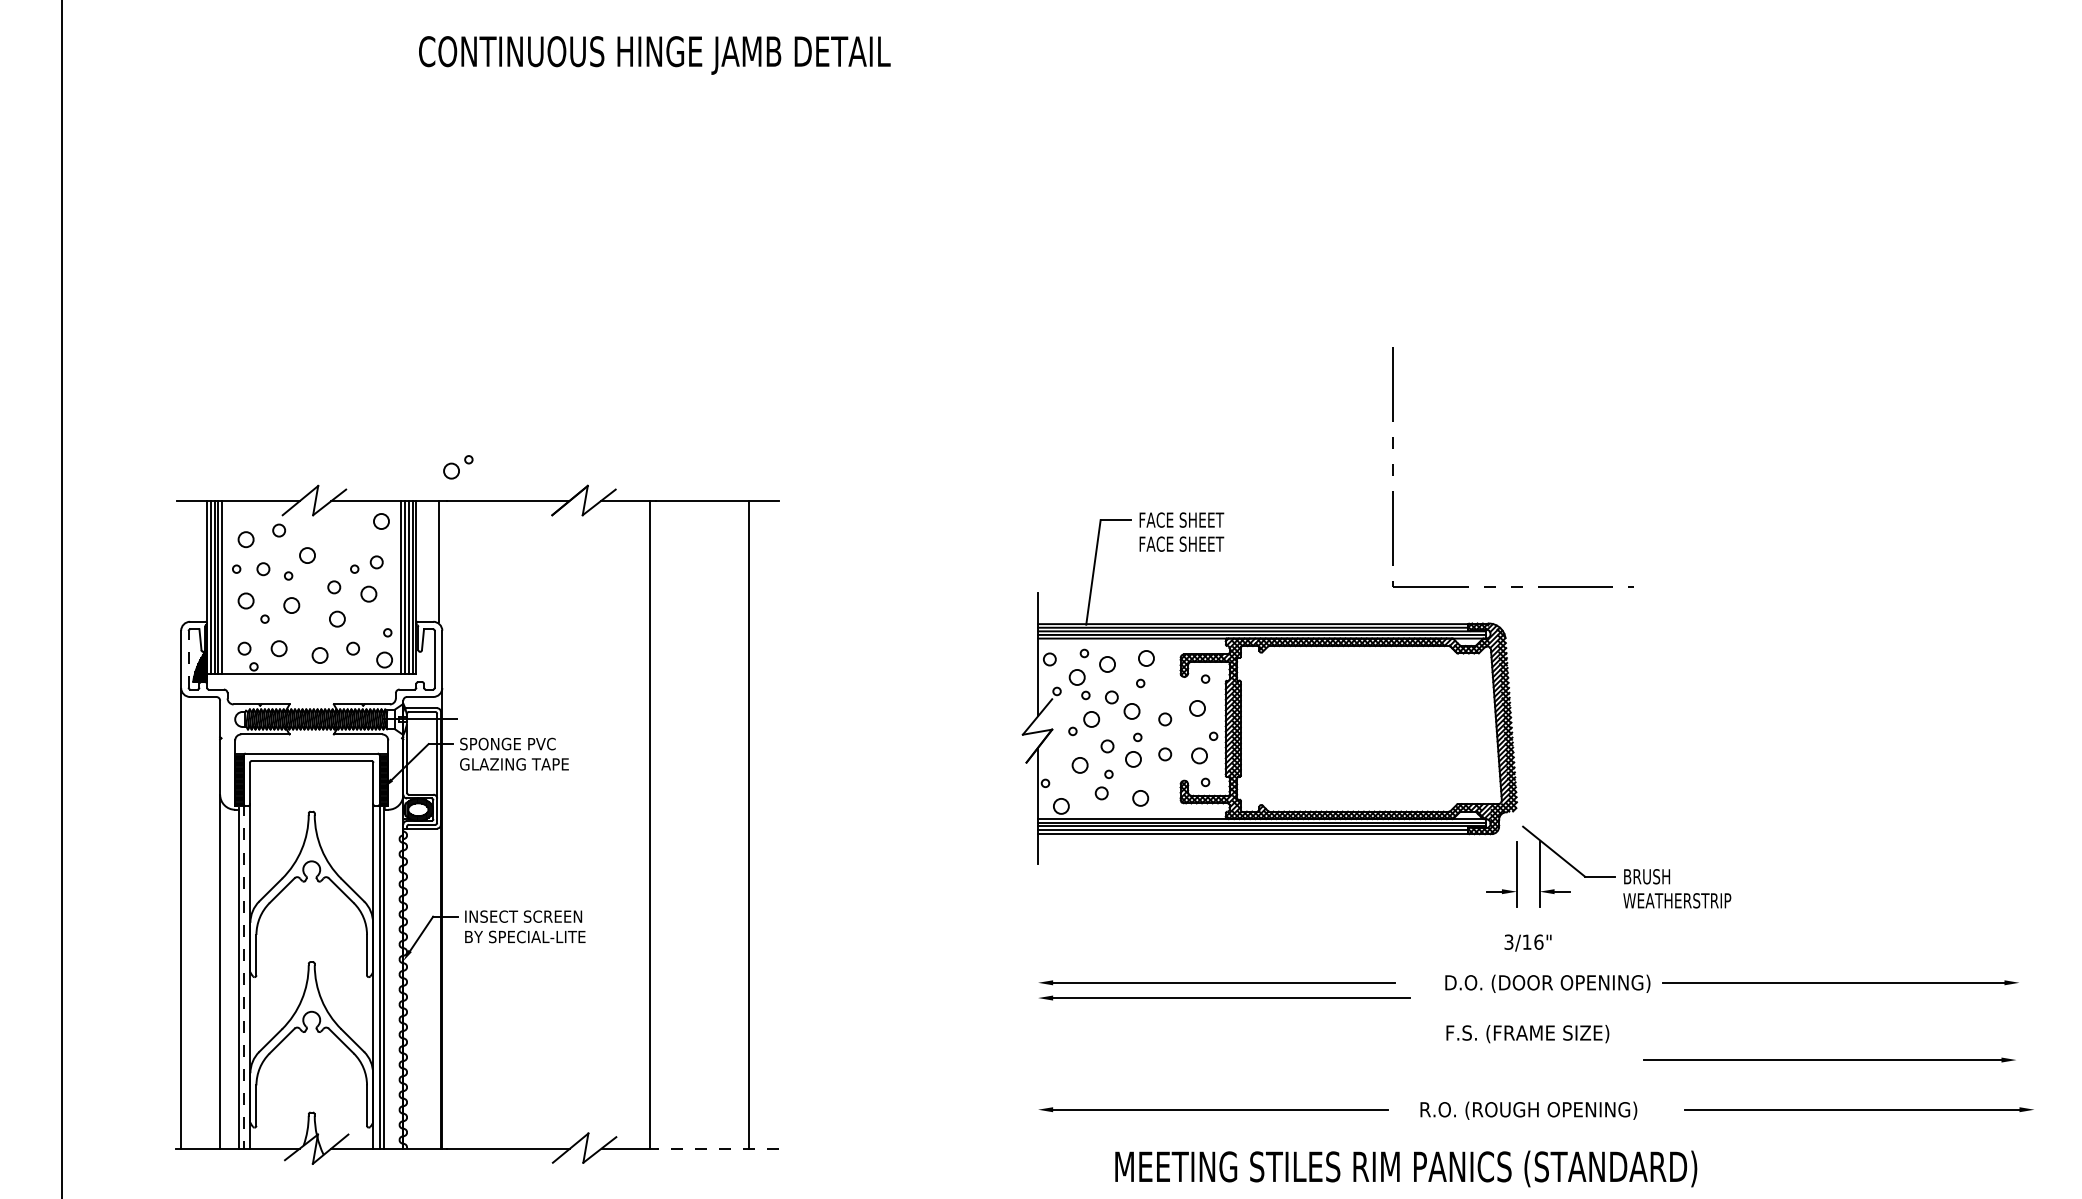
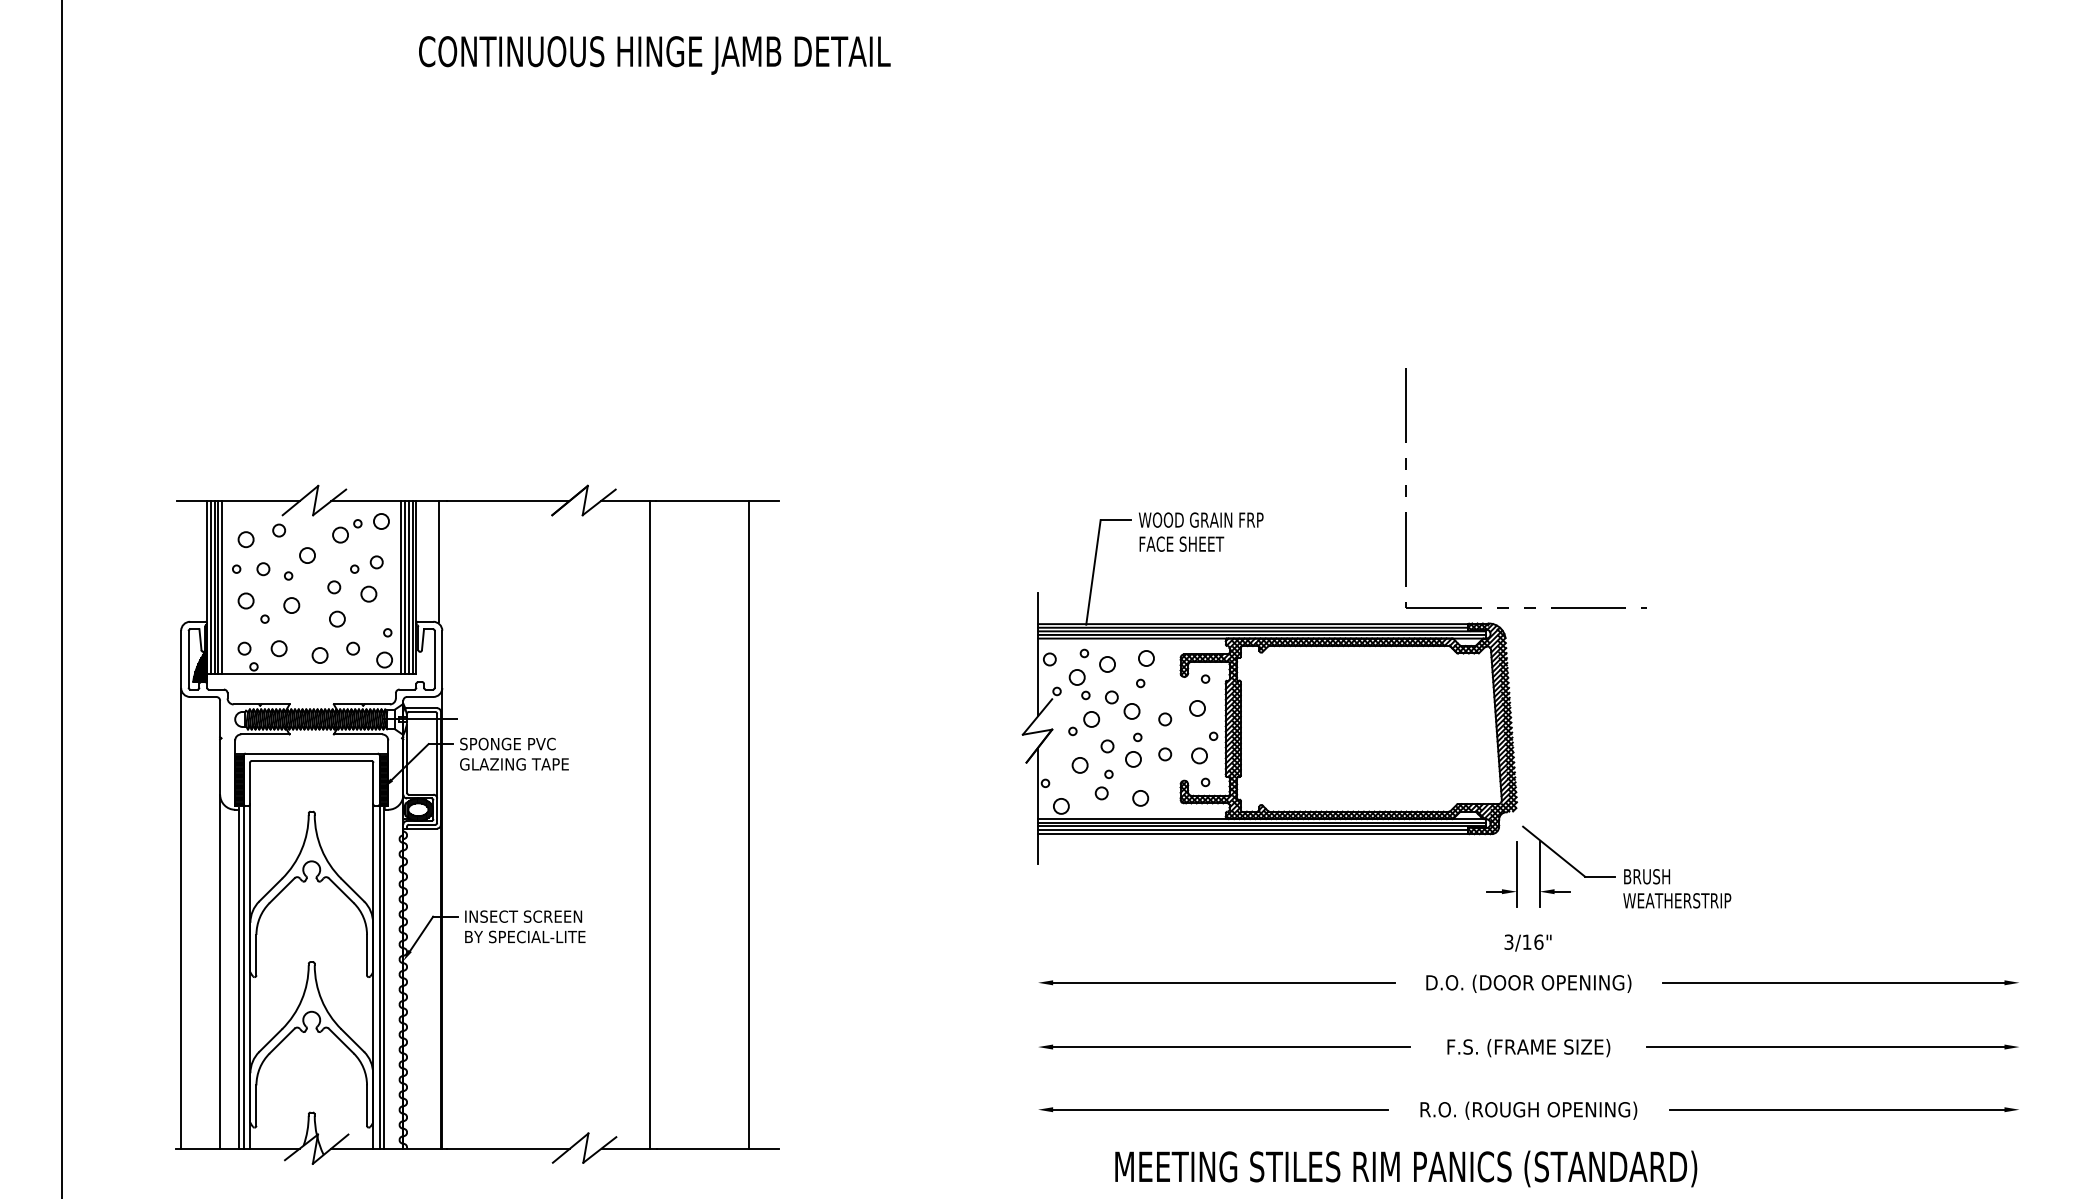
part at (458, 467) position: (458, 467) -> (347, 531)
part at (1393, 467) position: (1393, 467) -> (1406, 488)
text at (1200, 519): FACE SHEET -> WOOD GRAIN FRP
line at (188, 658): dashed -> solid
line at (243, 977): dashed -> solid
text at (1547, 983) position: (1547, 983) -> (1528, 983)
part at (1224, 997) position: (1224, 997) -> (1224, 1046)
text at (1527, 1034) position: (1527, 1034) -> (1528, 1048)
part at (1829, 1059) position: (1829, 1059) -> (1832, 1046)
part at (1858, 1109) position: (1858, 1109) -> (1843, 1109)
line at (717, 1148): dashed -> solid
